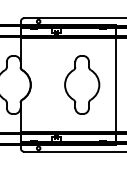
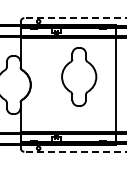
line at (75, 18): solid -> dashed
part at (82, 84) position: (82, 84) -> (79, 76)
line at (75, 151): solid -> dashed
